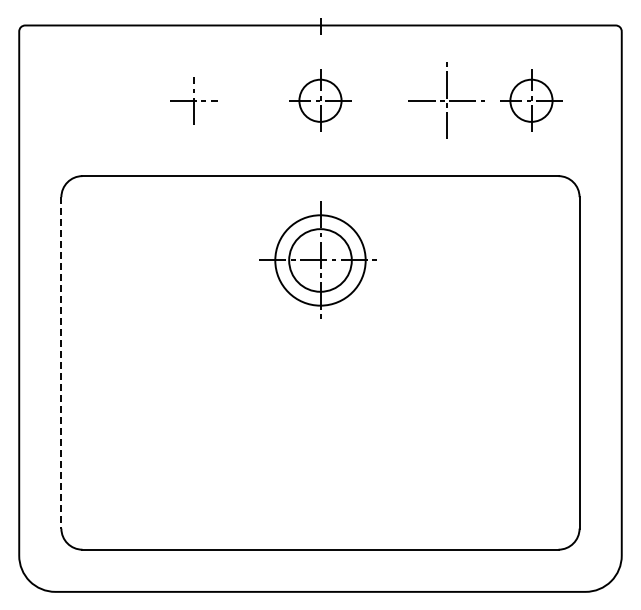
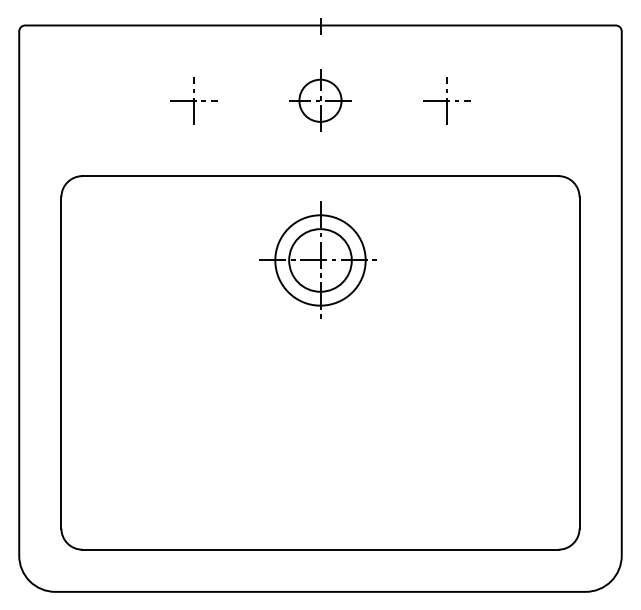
part at (446, 100) size: 77x77 px -> 48x48 px
part at (531, 100): present -> none
line at (61, 362): dashed -> solid
